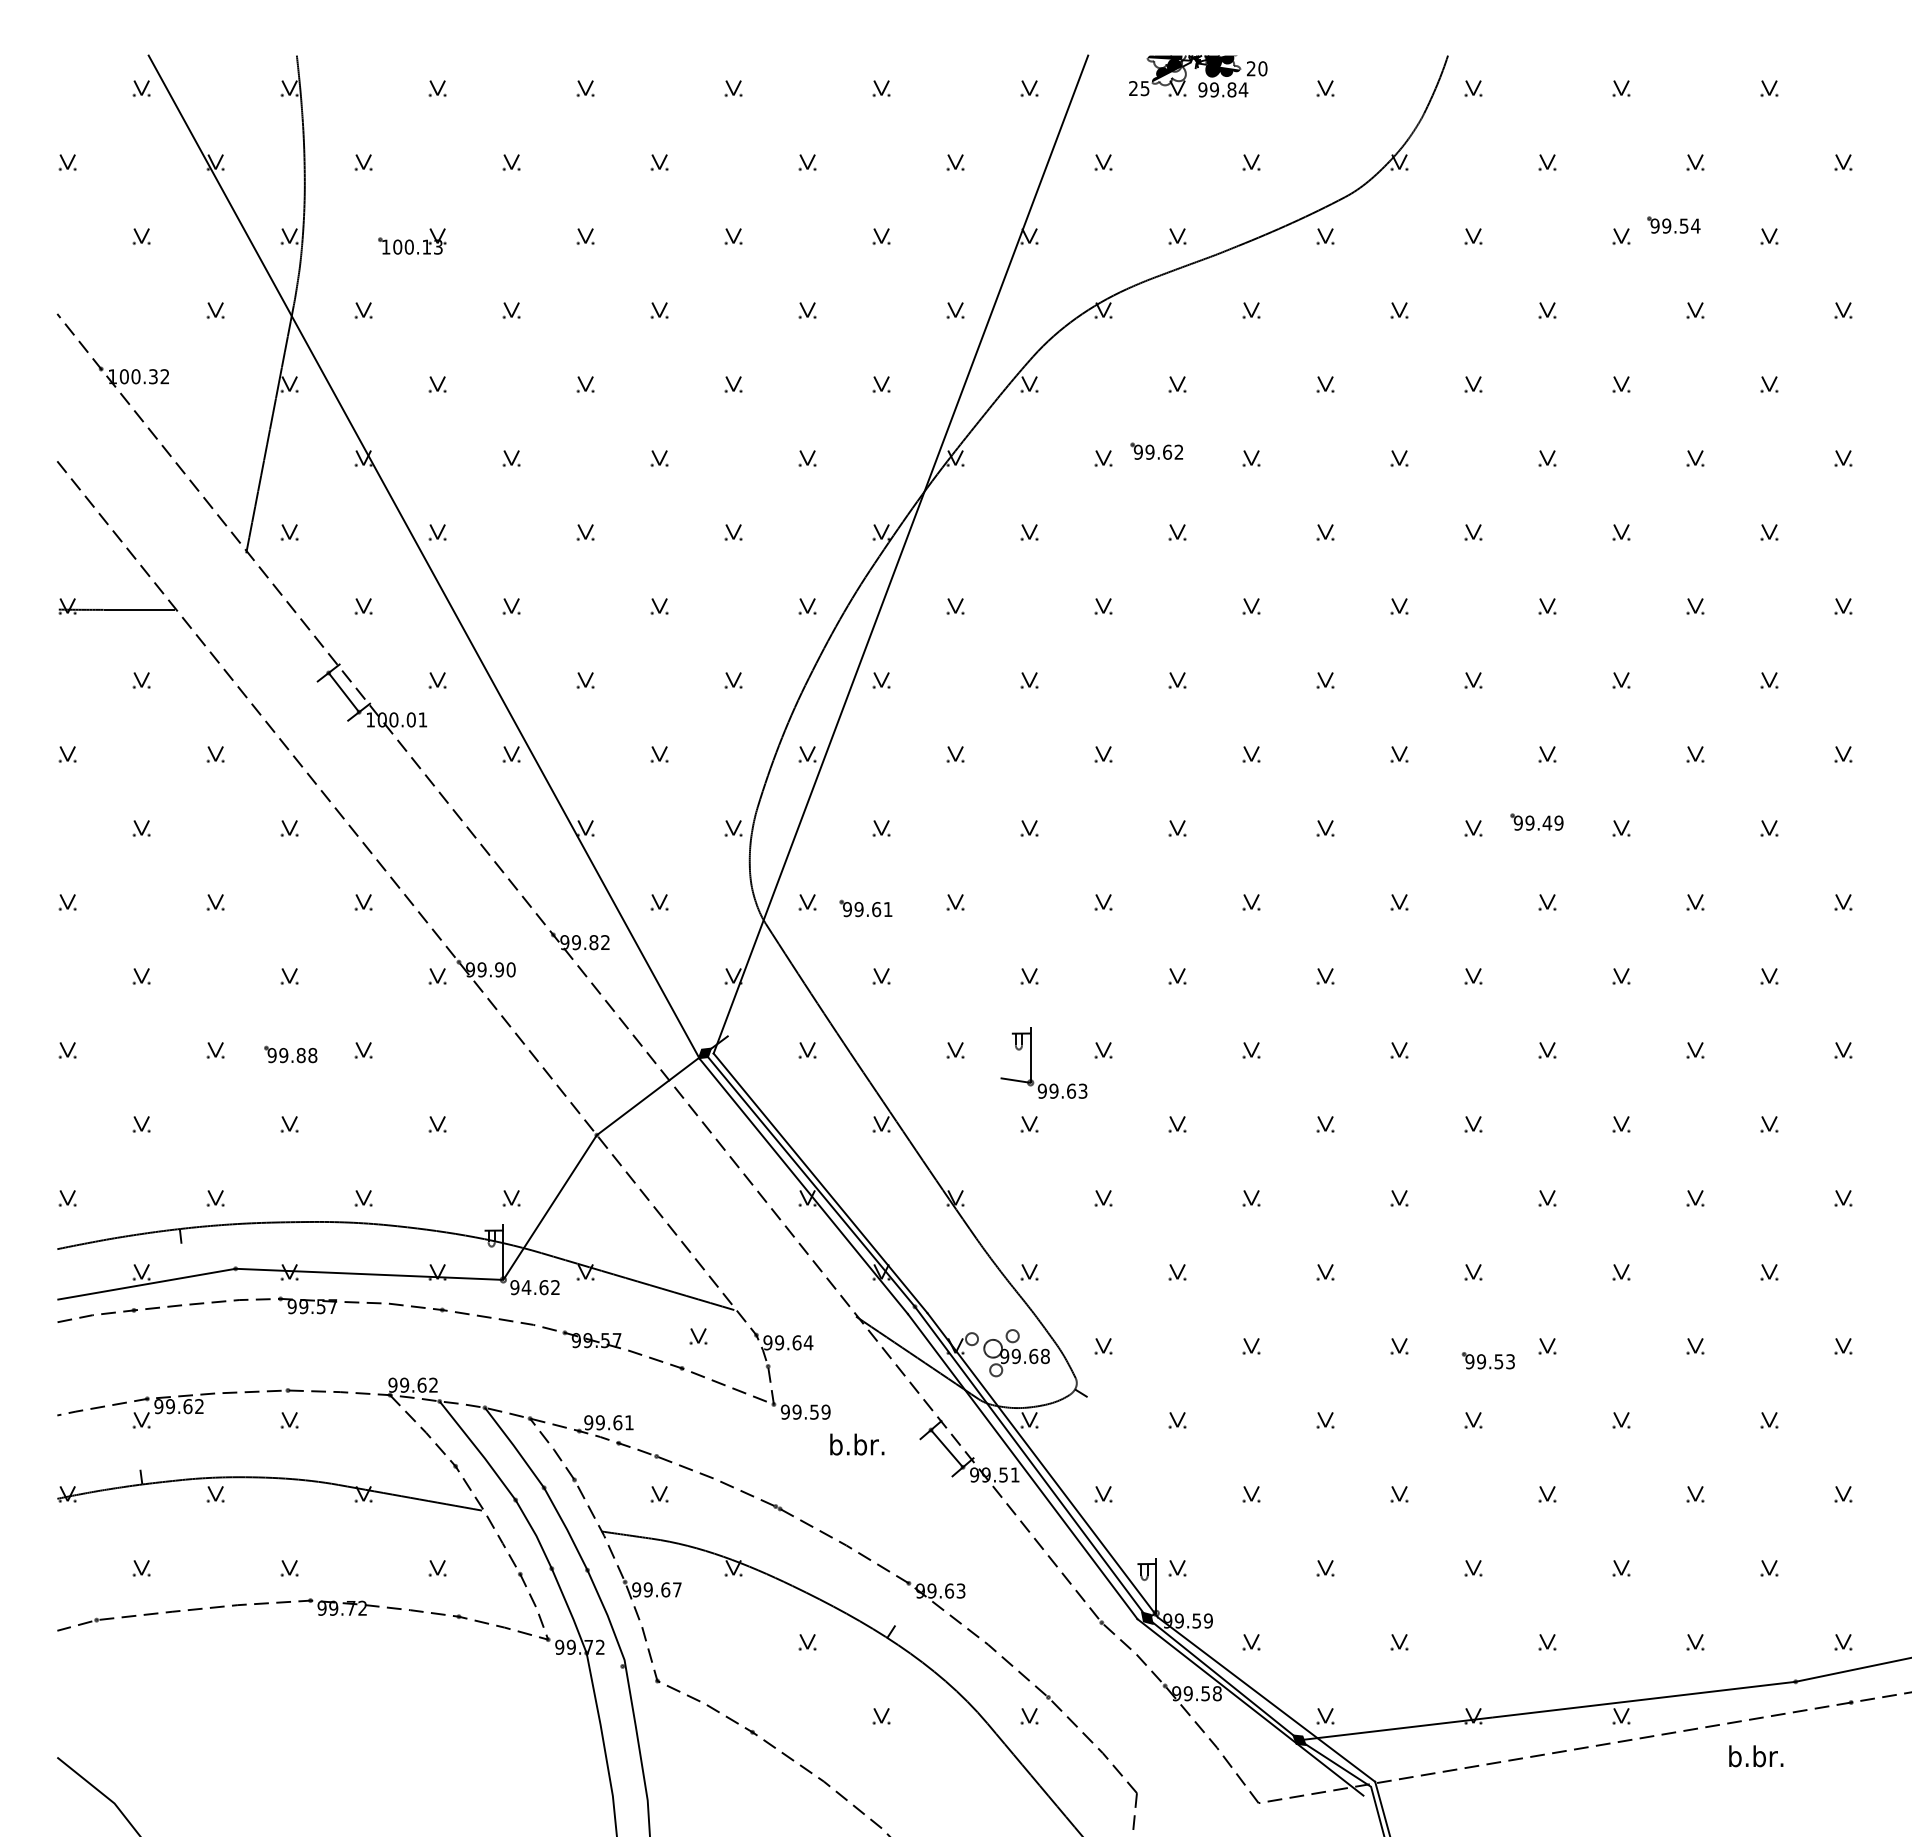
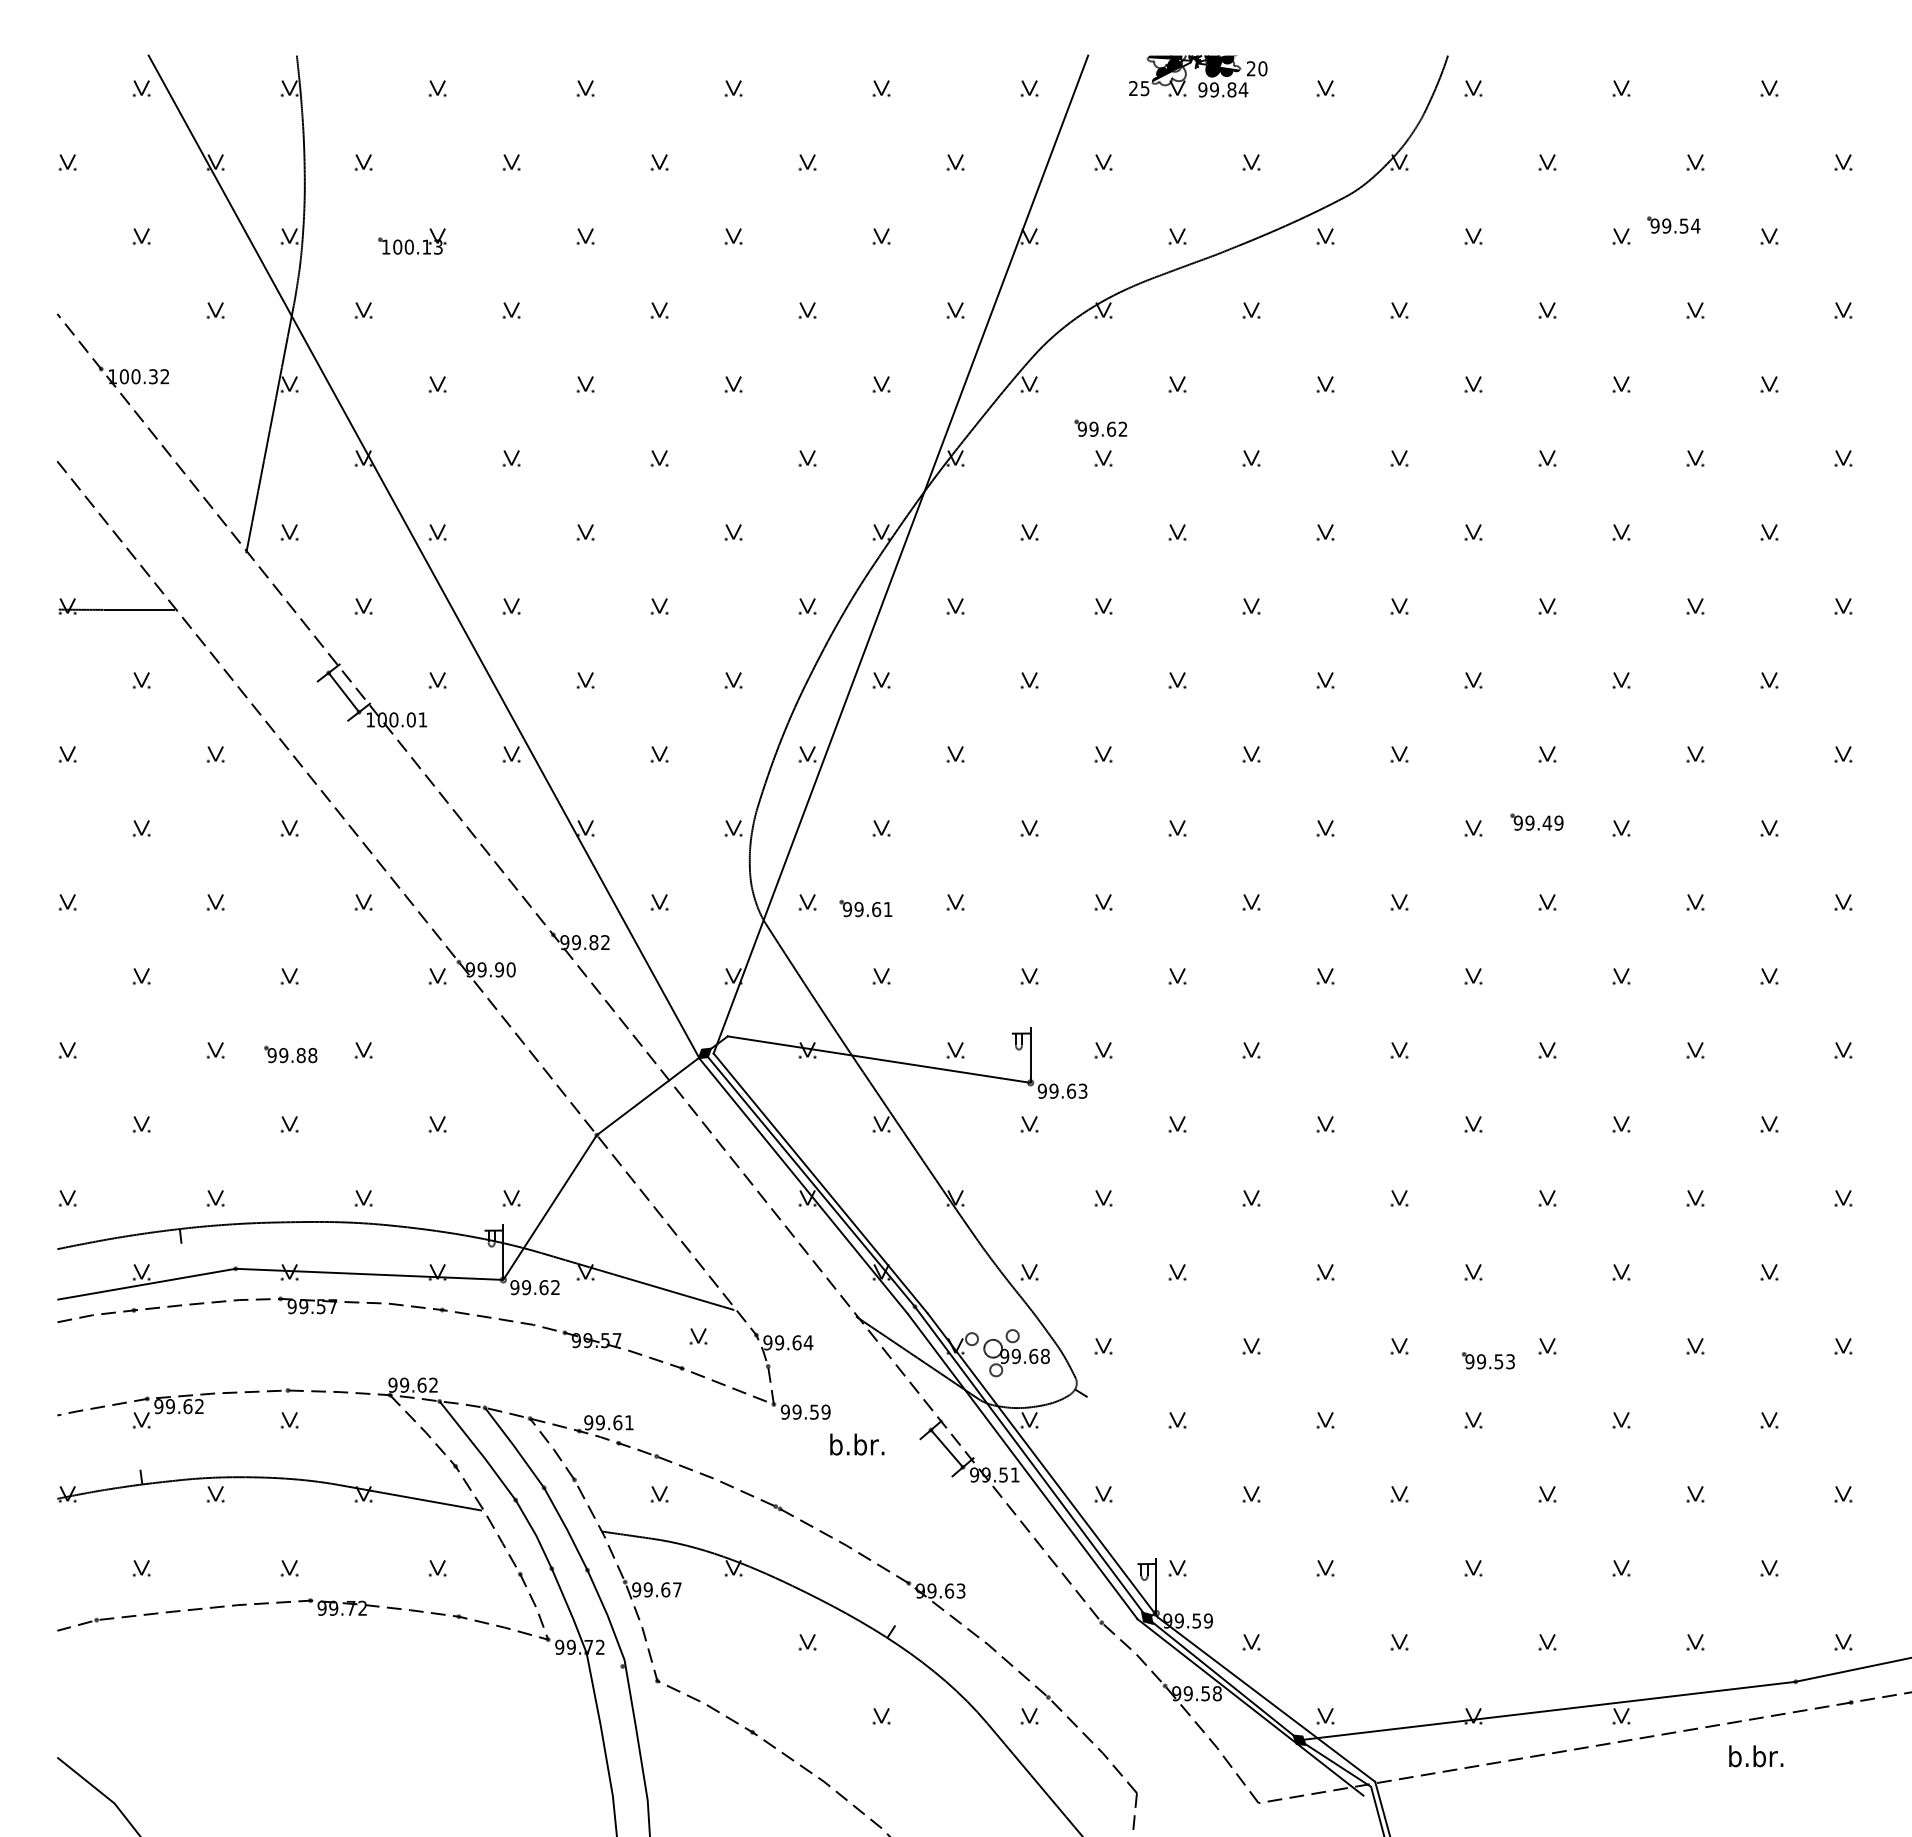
part at (1156, 450) position: (1156, 450) -> (1100, 427)
line at (863, 1057): none -> present
text at (526, 1287): 94.62 -> 99.62
